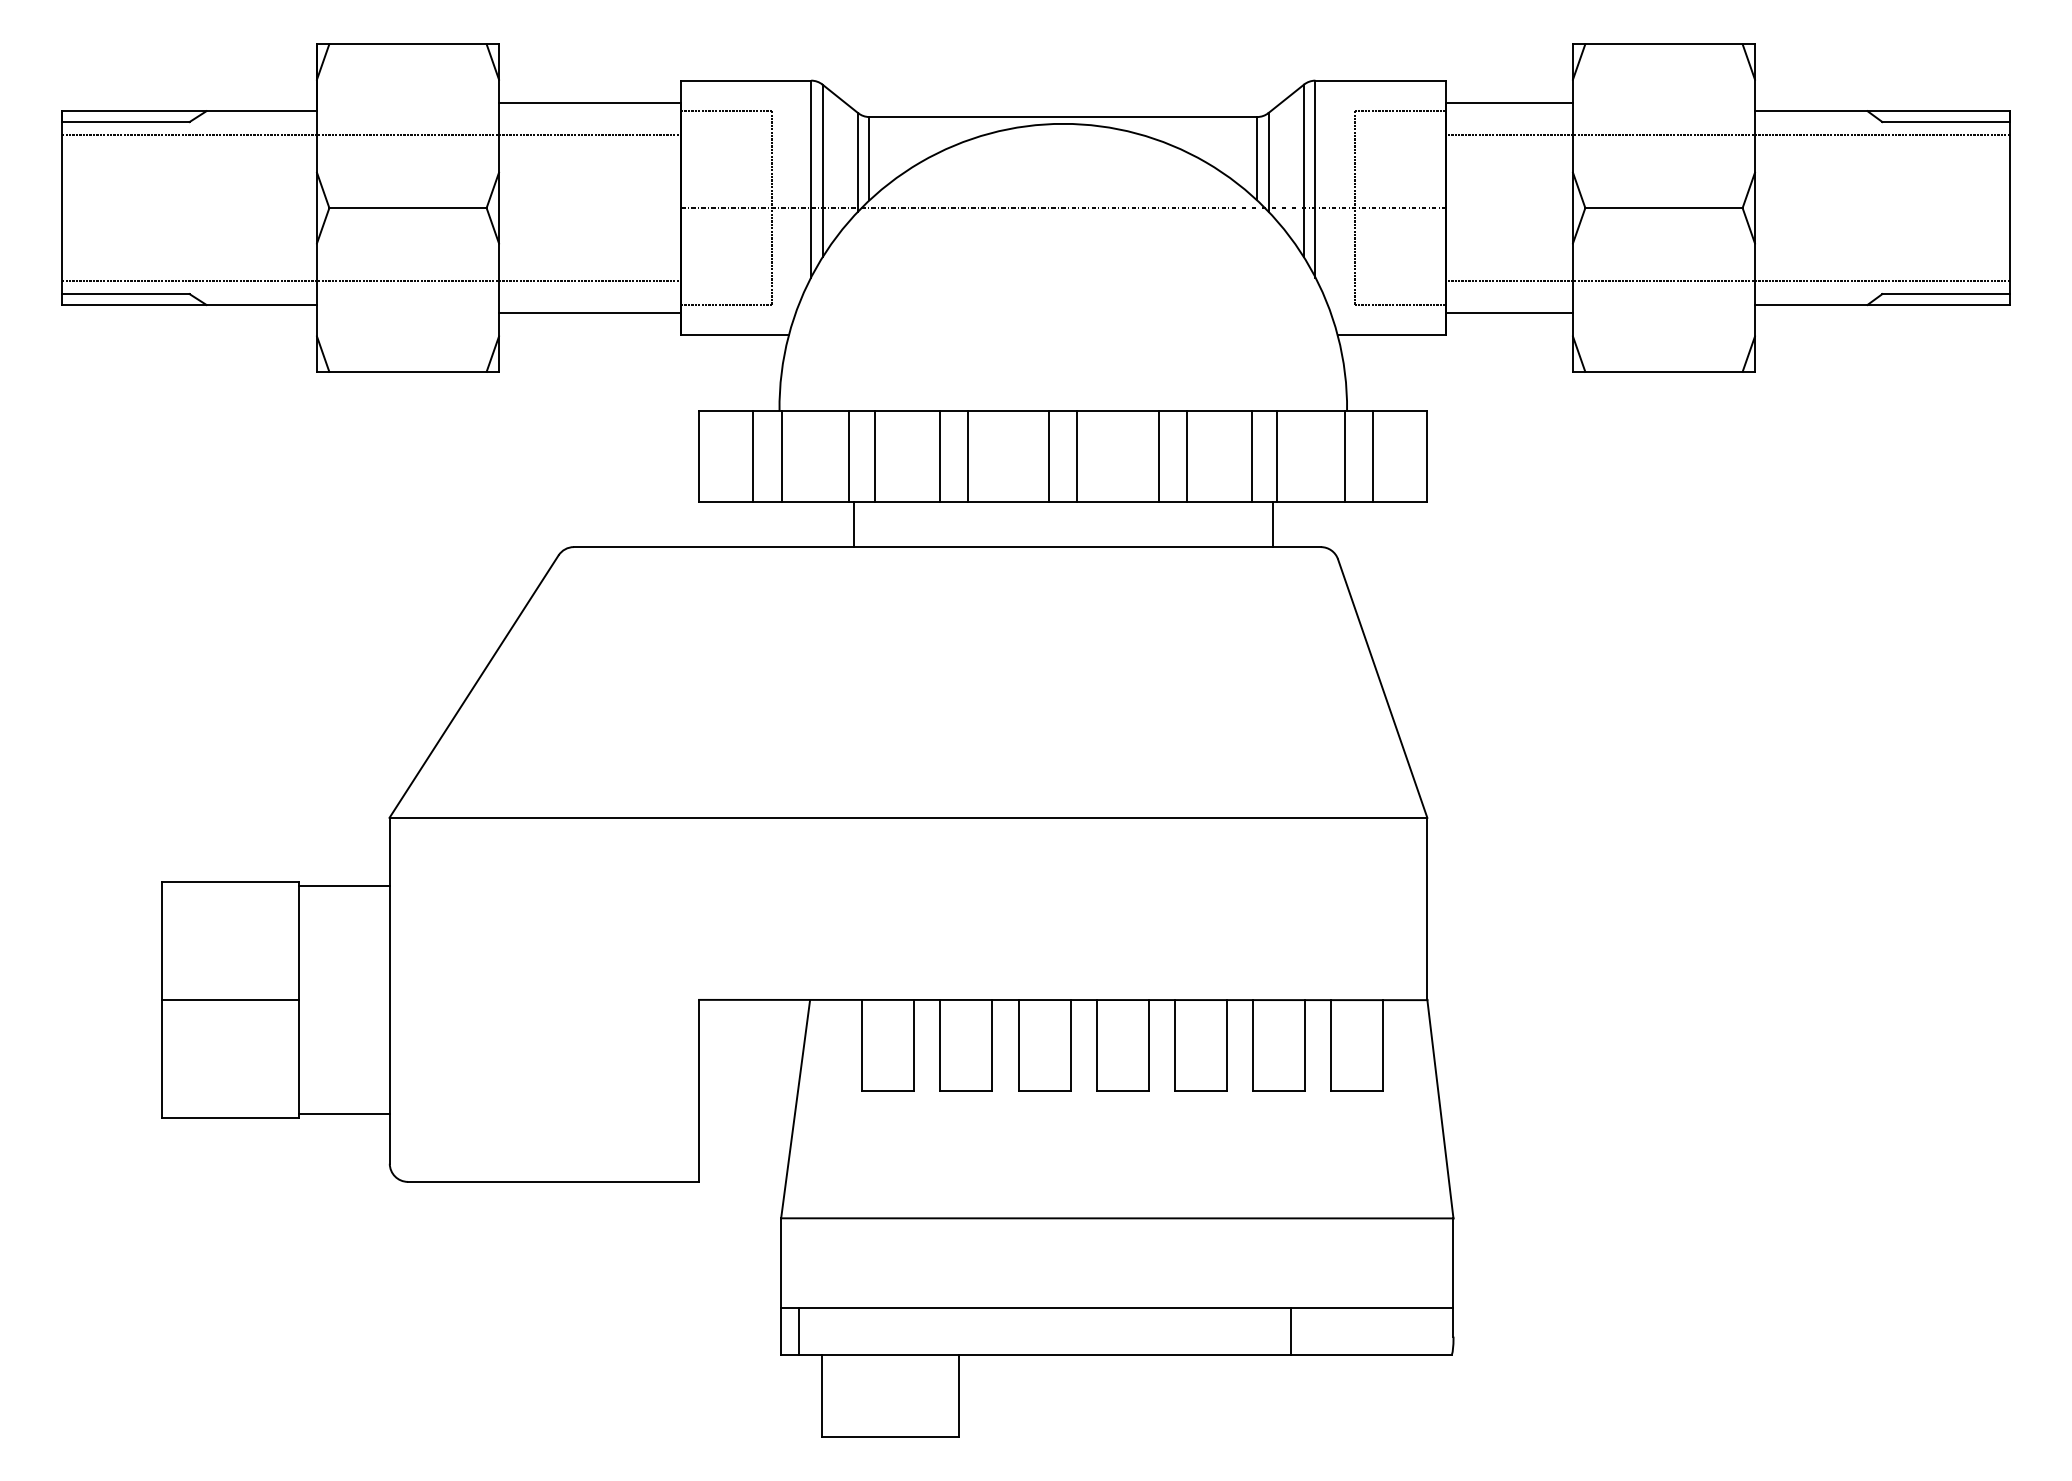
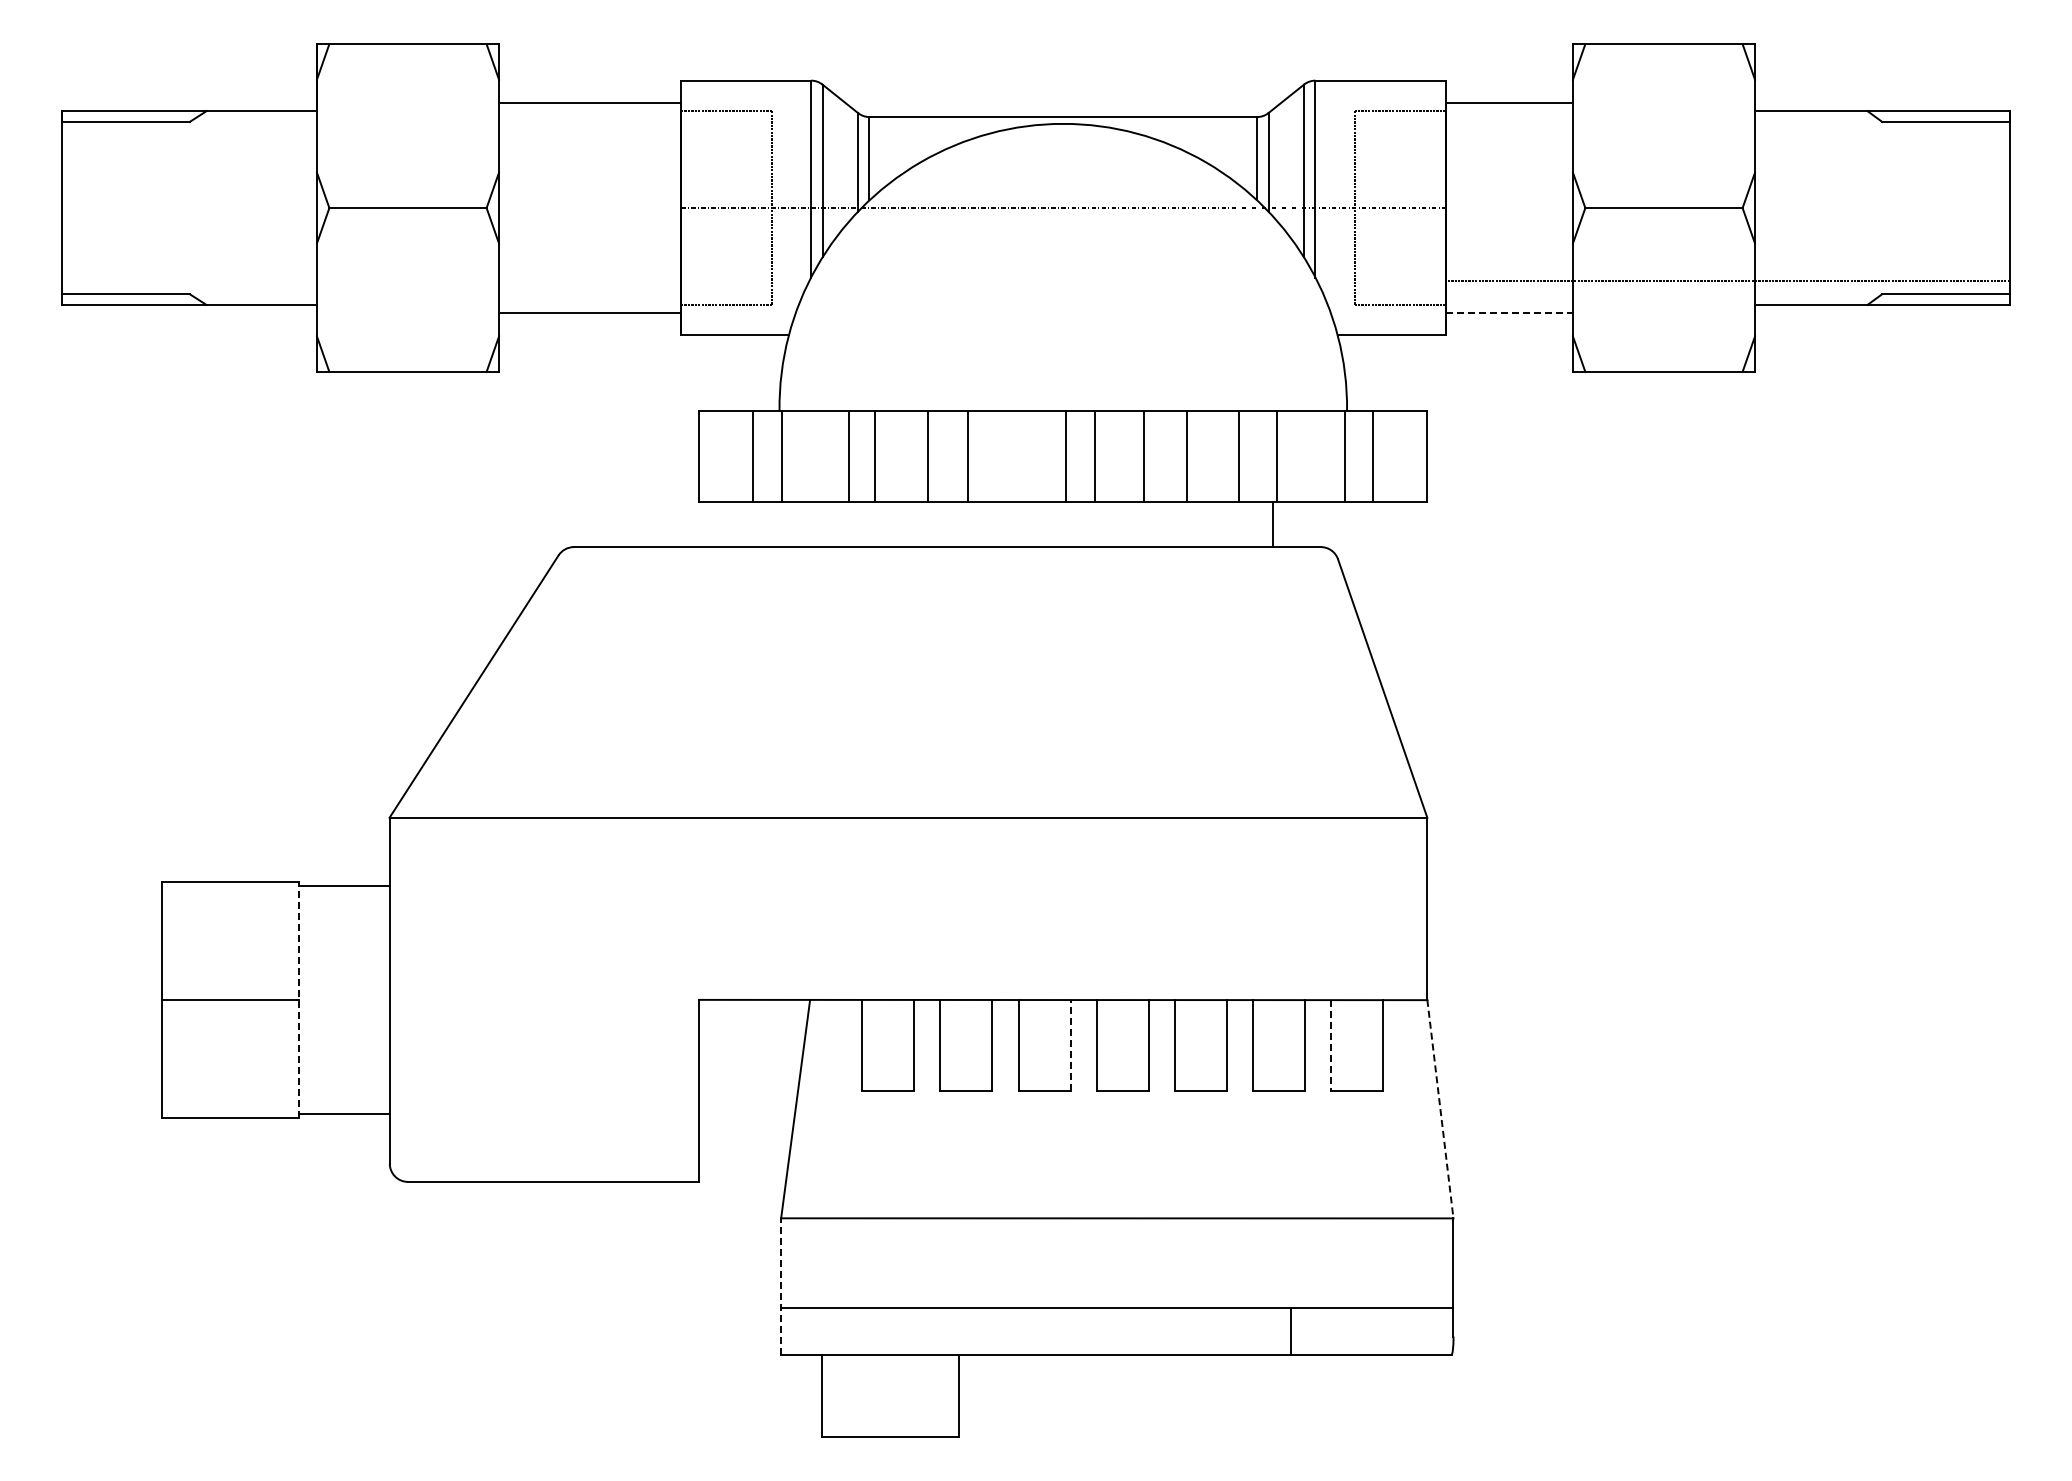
line at (371, 134): present -> none
line at (1727, 134): present -> none
line at (371, 281): present -> none
line at (1509, 312): solid -> dashed
line at (939, 456) position: (939, 456) -> (927, 456)
line at (1049, 456) position: (1049, 456) -> (1066, 456)
line at (1077, 456) position: (1077, 456) -> (1095, 456)
line at (1158, 456) position: (1158, 456) -> (1143, 456)
line at (1251, 456) position: (1251, 456) -> (1238, 456)
line at (853, 524): present -> none
line at (298, 999): solid -> dashed
line at (1070, 1045): solid -> dashed
line at (1331, 1045): solid -> dashed
line at (1440, 1109): solid -> dashed
line at (781, 1286): solid -> dashed
line at (799, 1330): present -> none
